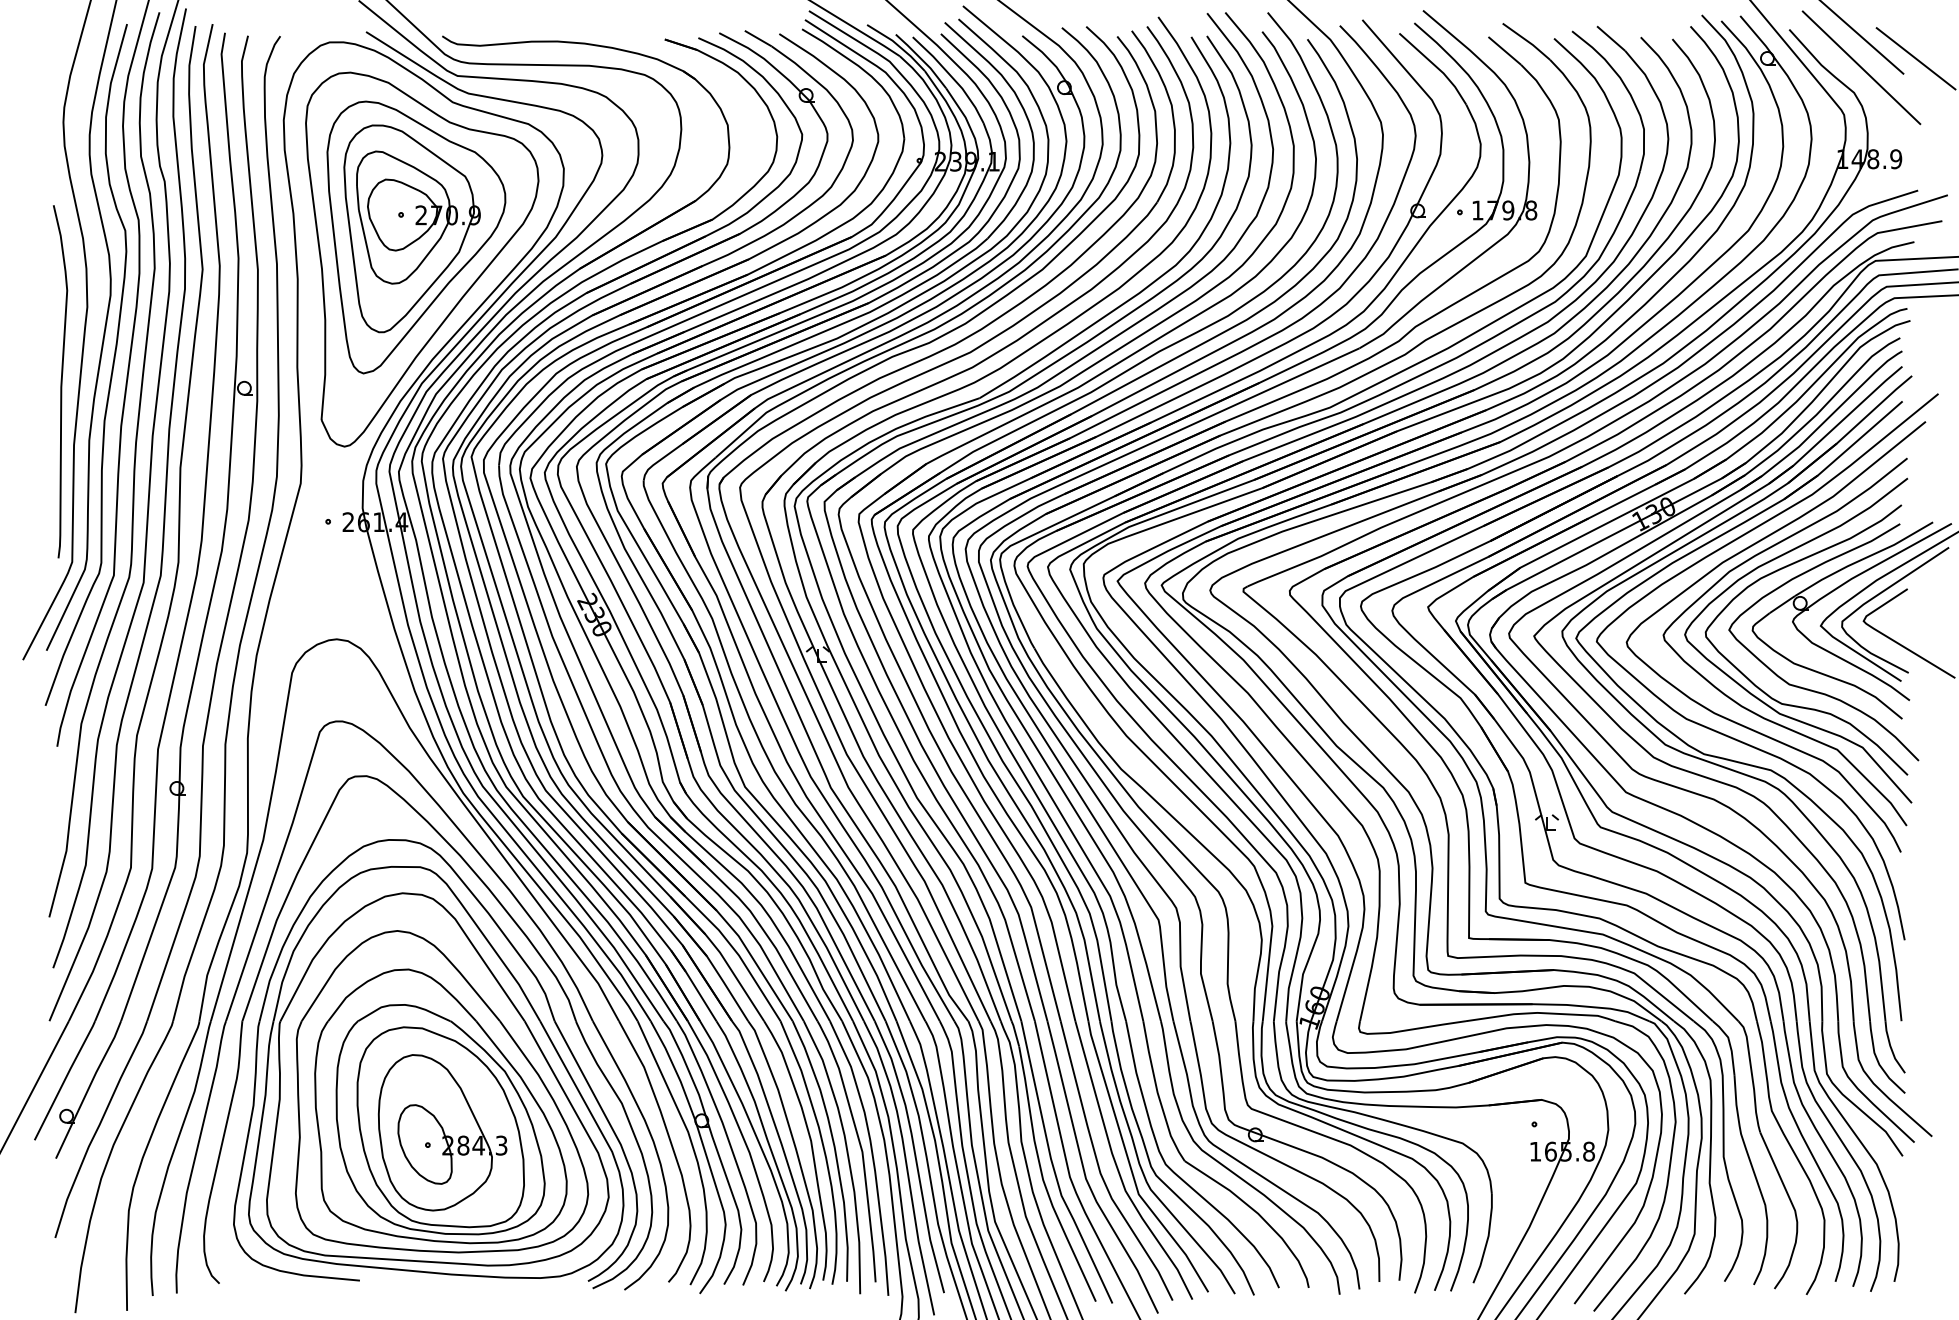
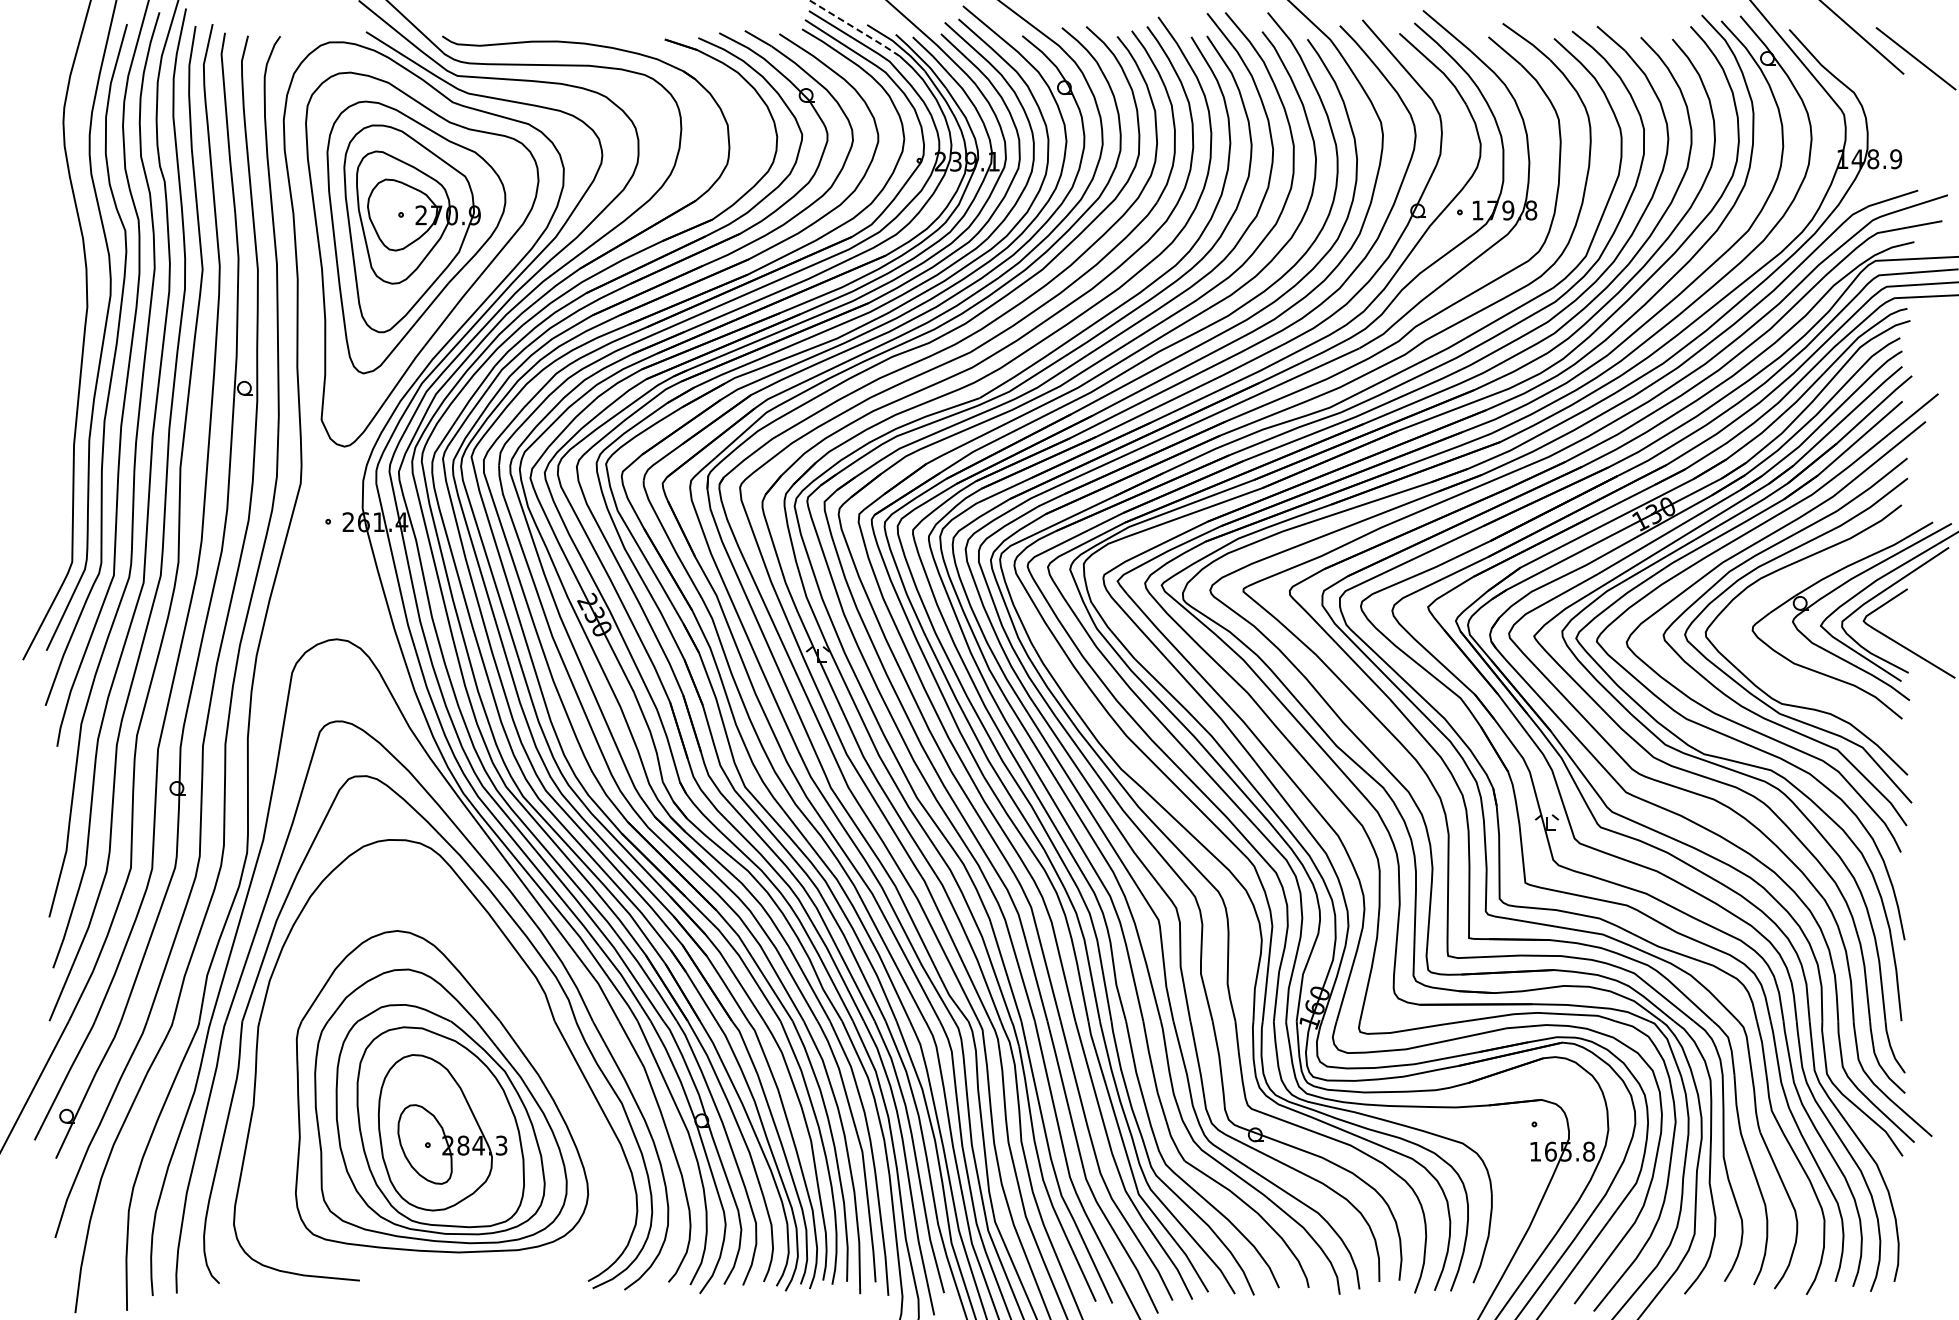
line at (855, 28): solid -> dashed
line at (1861, 67): present -> none
curve at (60, 381): present -> none
curve at (1808, 688): present -> none
part at (436, 1072): present -> none
